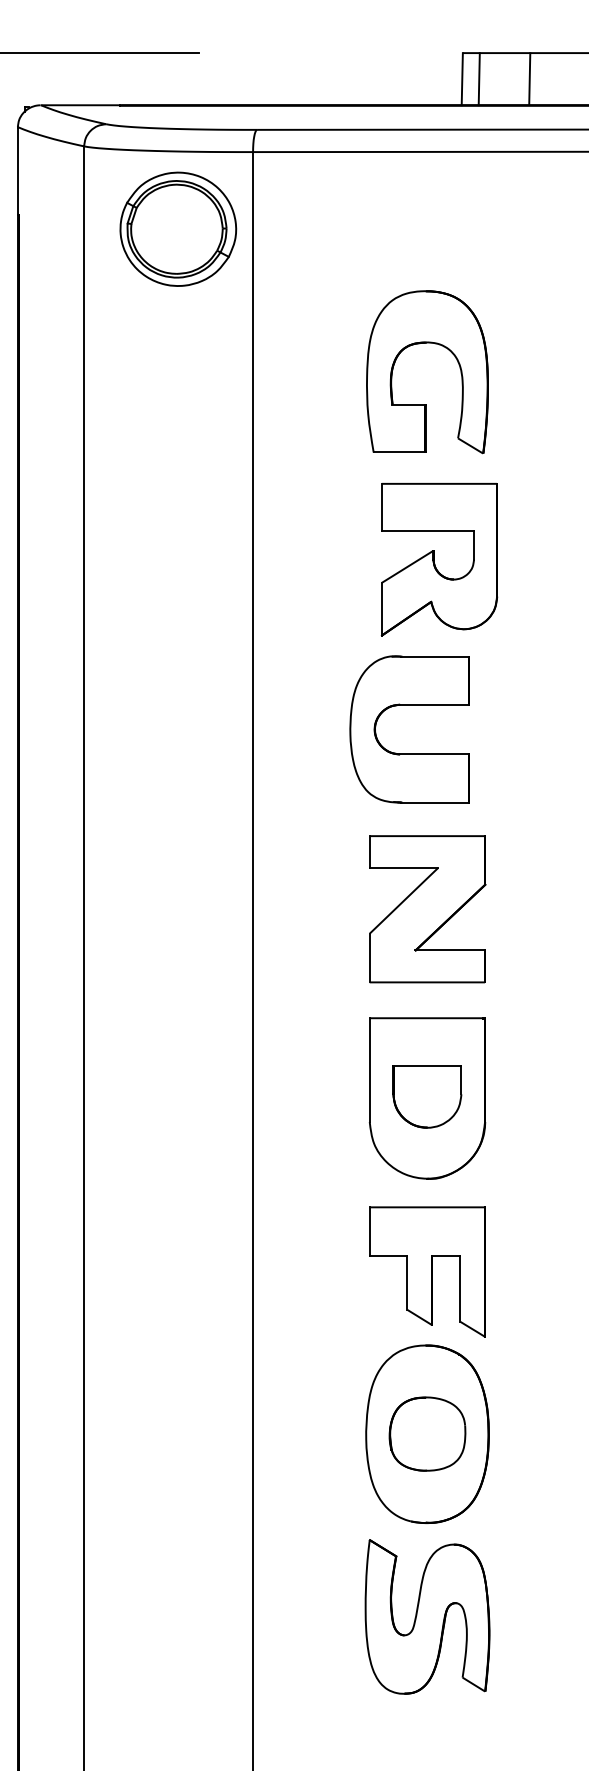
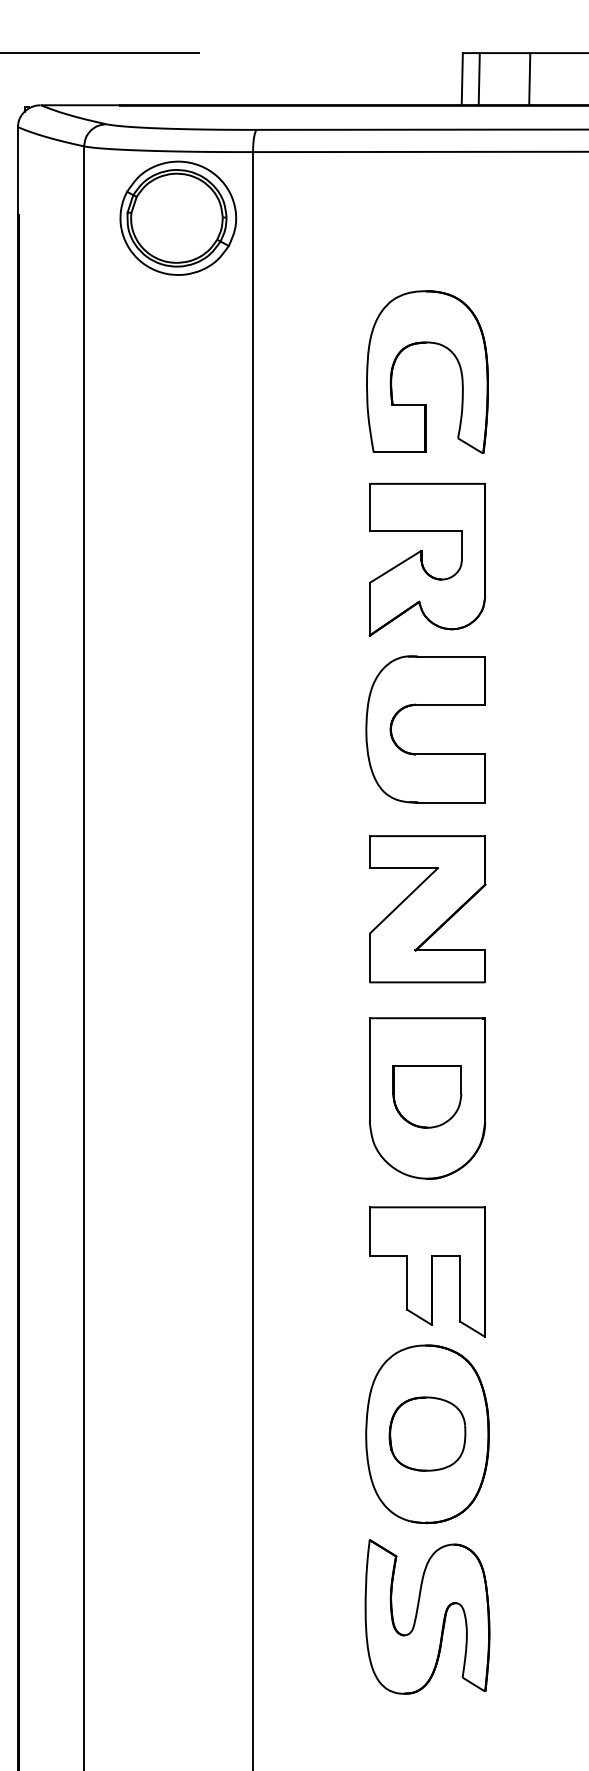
part at (178, 228) position: (178, 228) -> (178, 217)
part at (439, 559) position: (439, 559) -> (427, 559)
part at (409, 705) position: (409, 705) -> (425, 705)
